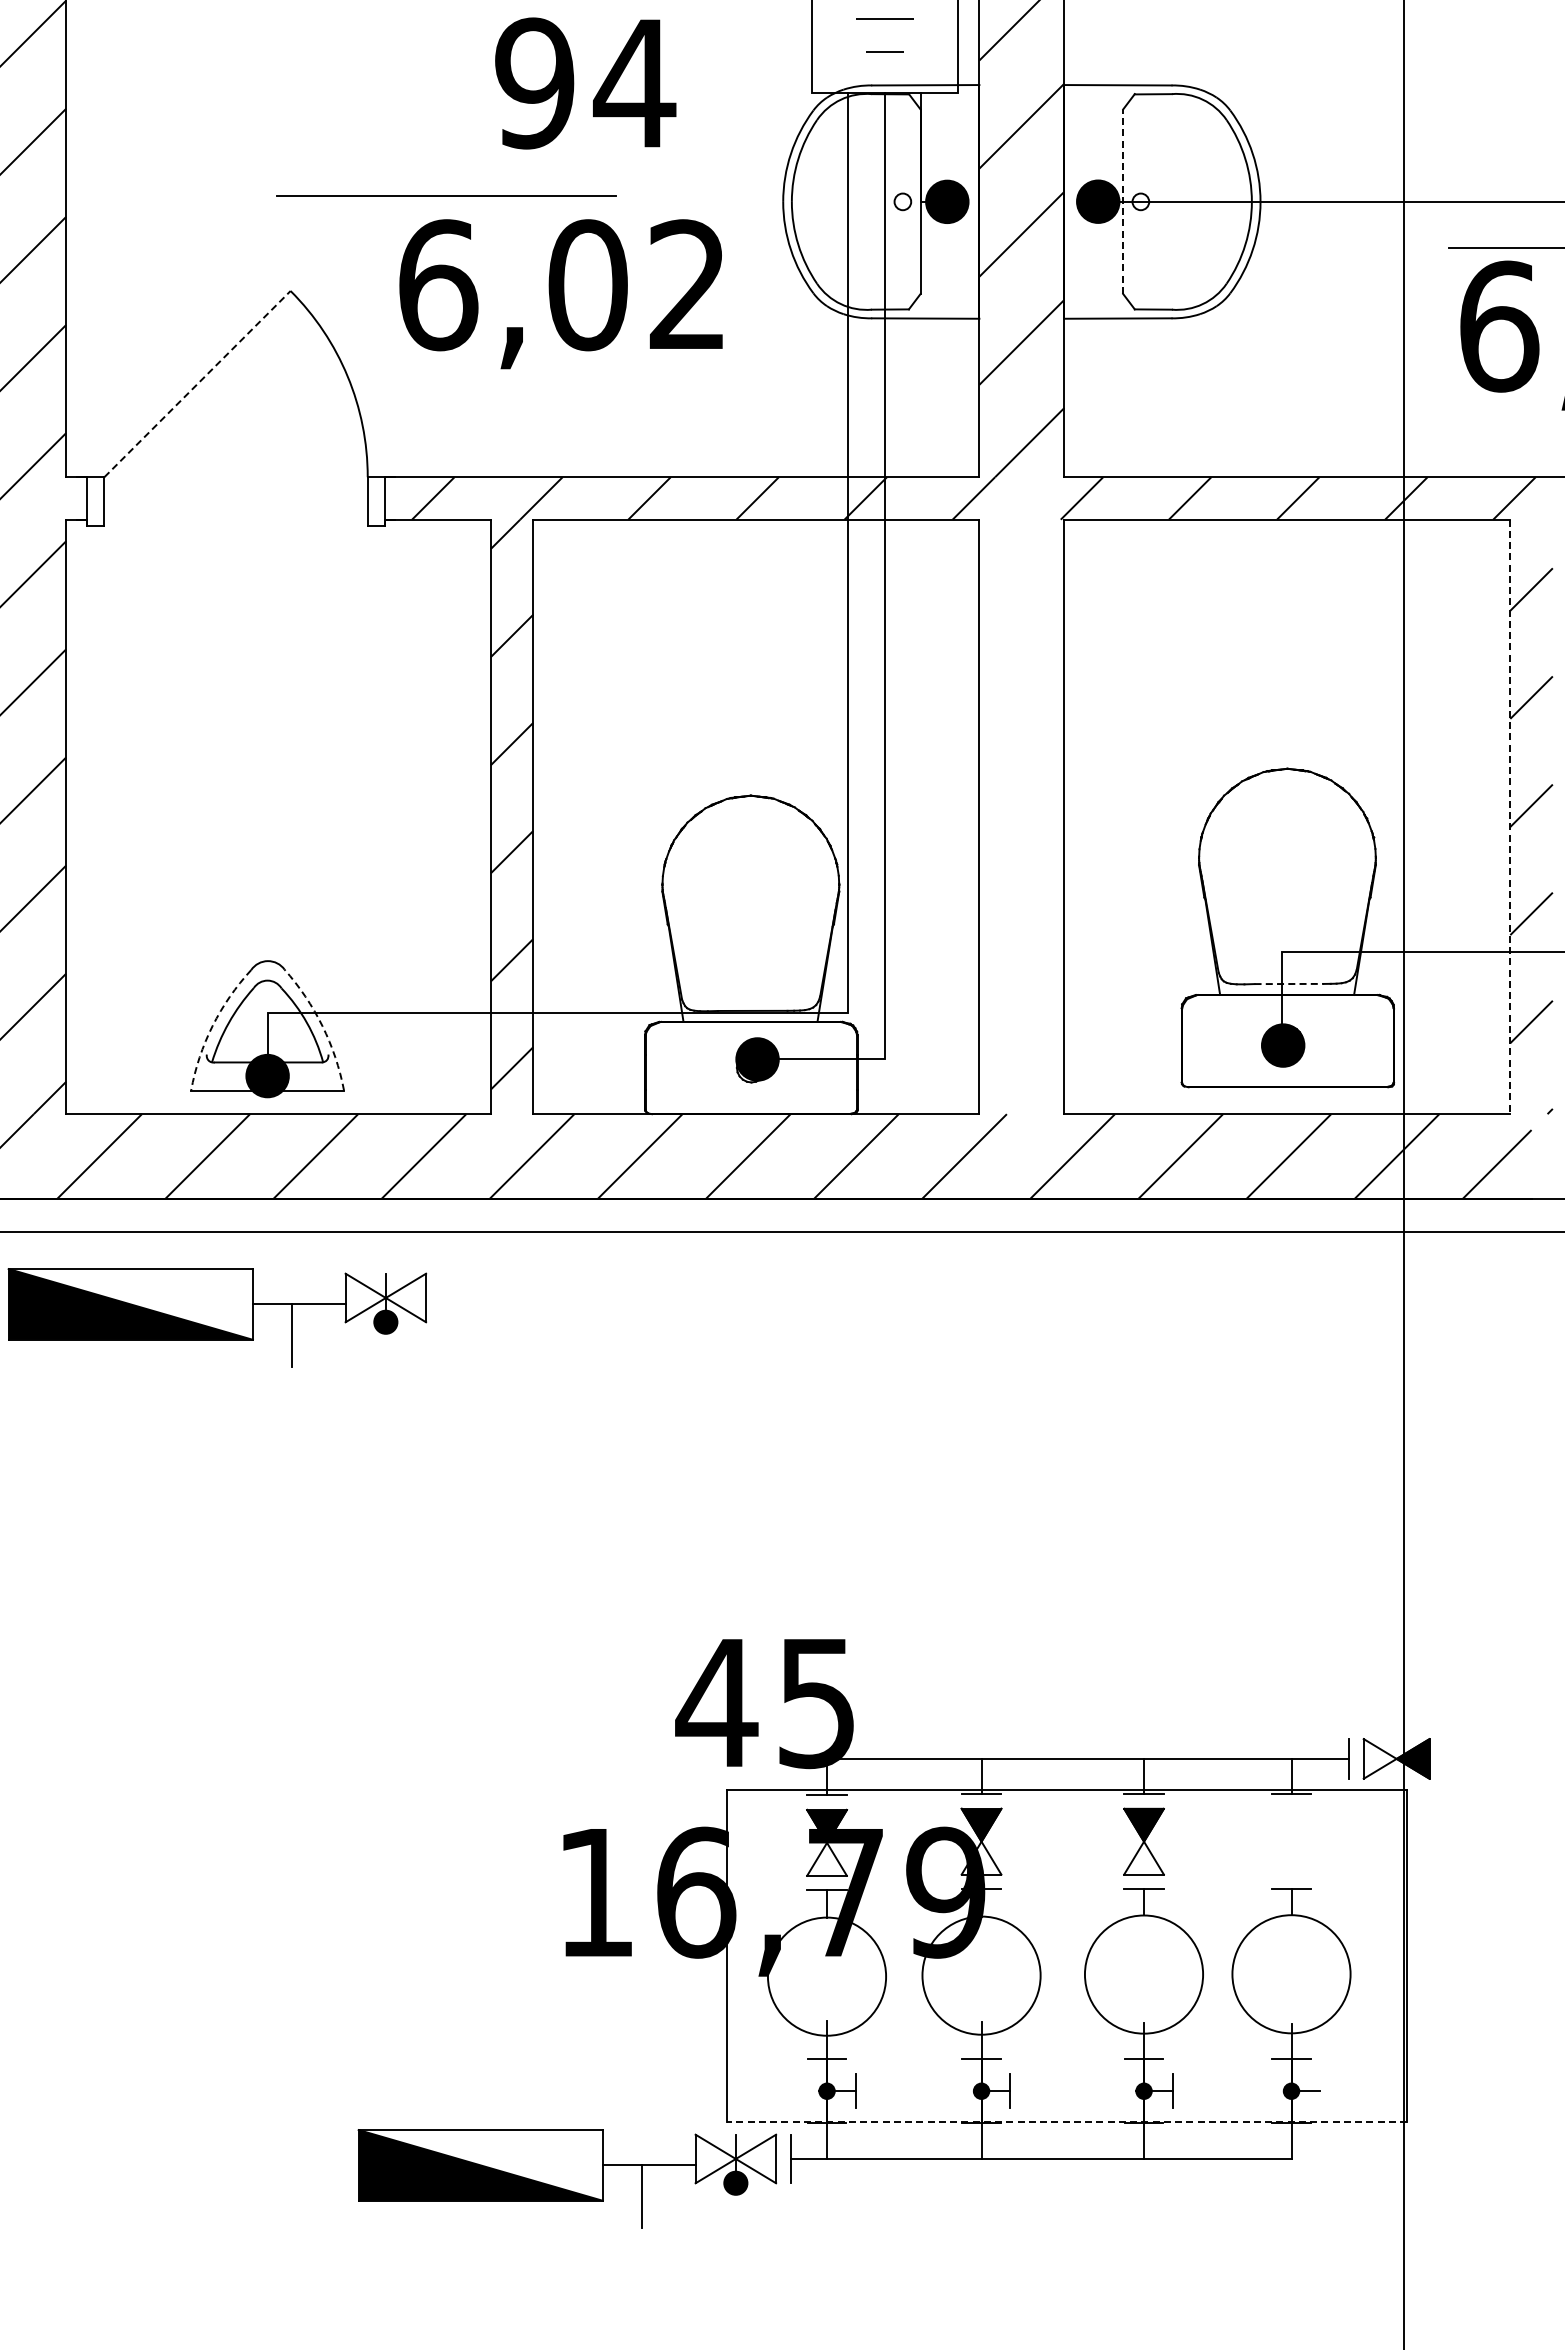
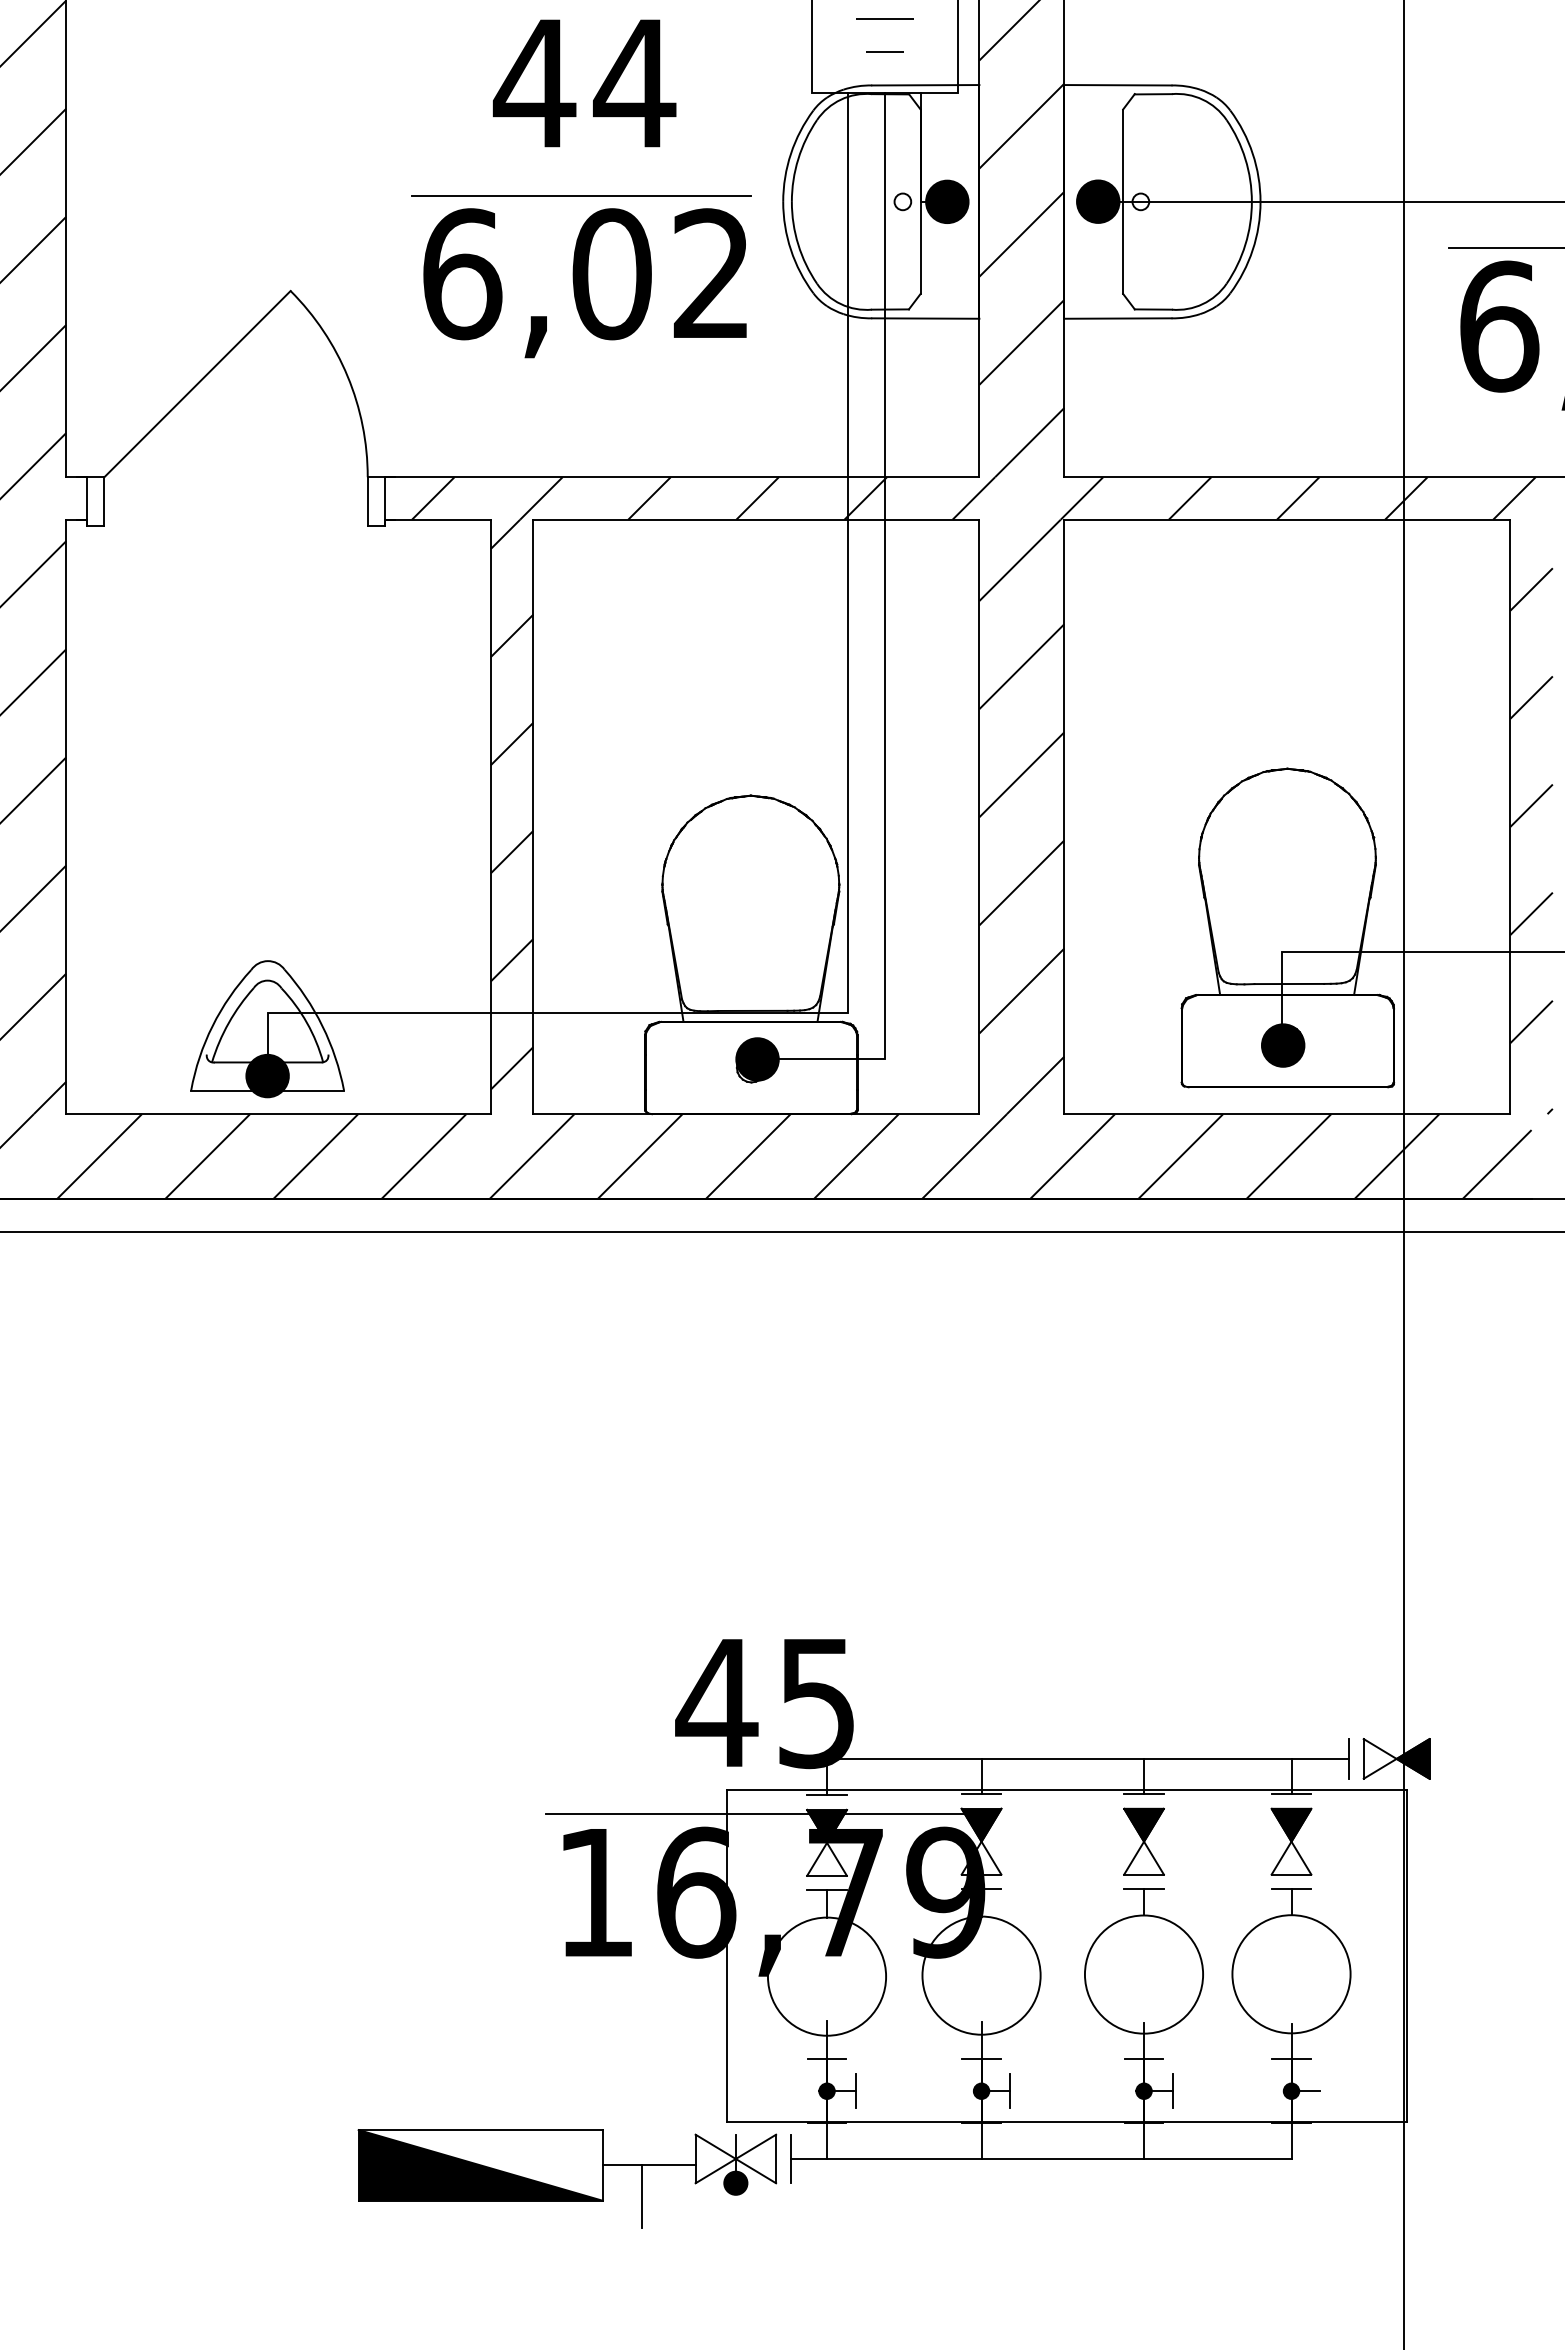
text at (534, 83): 94 -> 44
line at (446, 195) position: (446, 195) -> (581, 195)
line at (1123, 201): dashed -> solid
text at (560, 294) position: (560, 294) -> (584, 283)
line at (197, 384): dashed -> solid
hatch at (1021, 816): none -> present
line at (1510, 817): dashed -> solid
line at (1289, 984): dashed -> solid
arc at (212, 1026): dashed -> solid
arc at (322, 1026): dashed -> solid
part at (217, 1317): present -> none
line at (763, 1814): none -> present
part at (1291, 1841): none -> present
line at (1067, 2121): dashed -> solid
